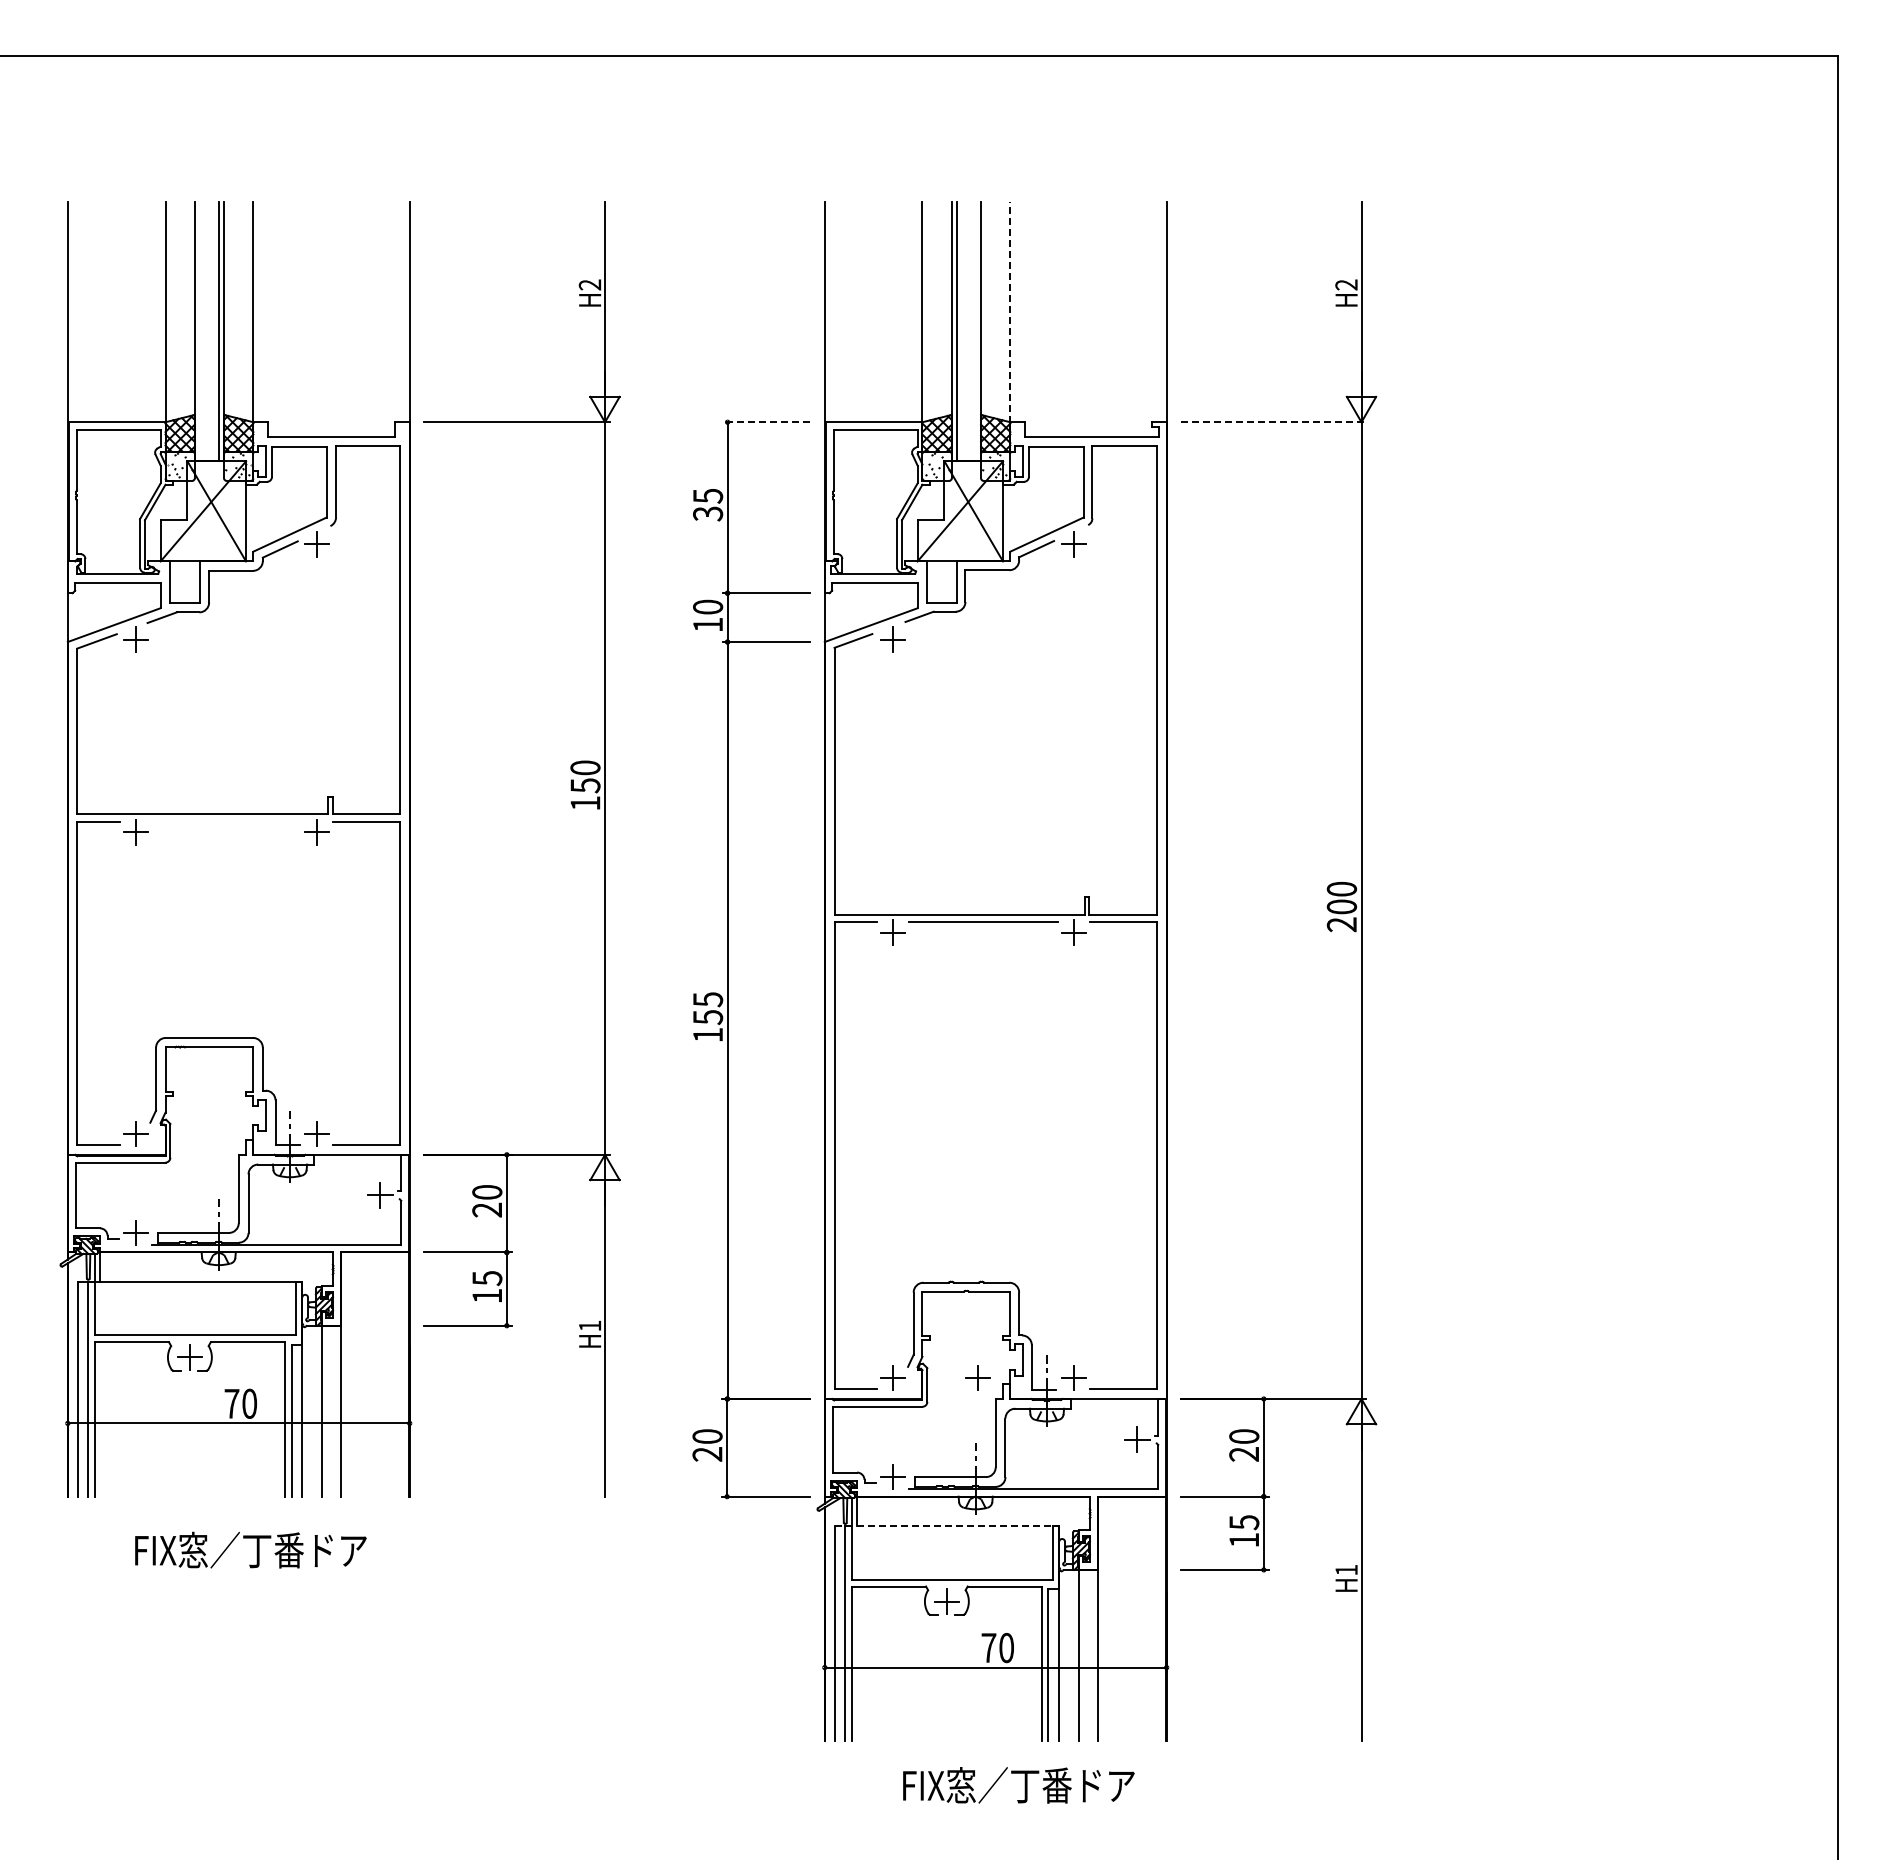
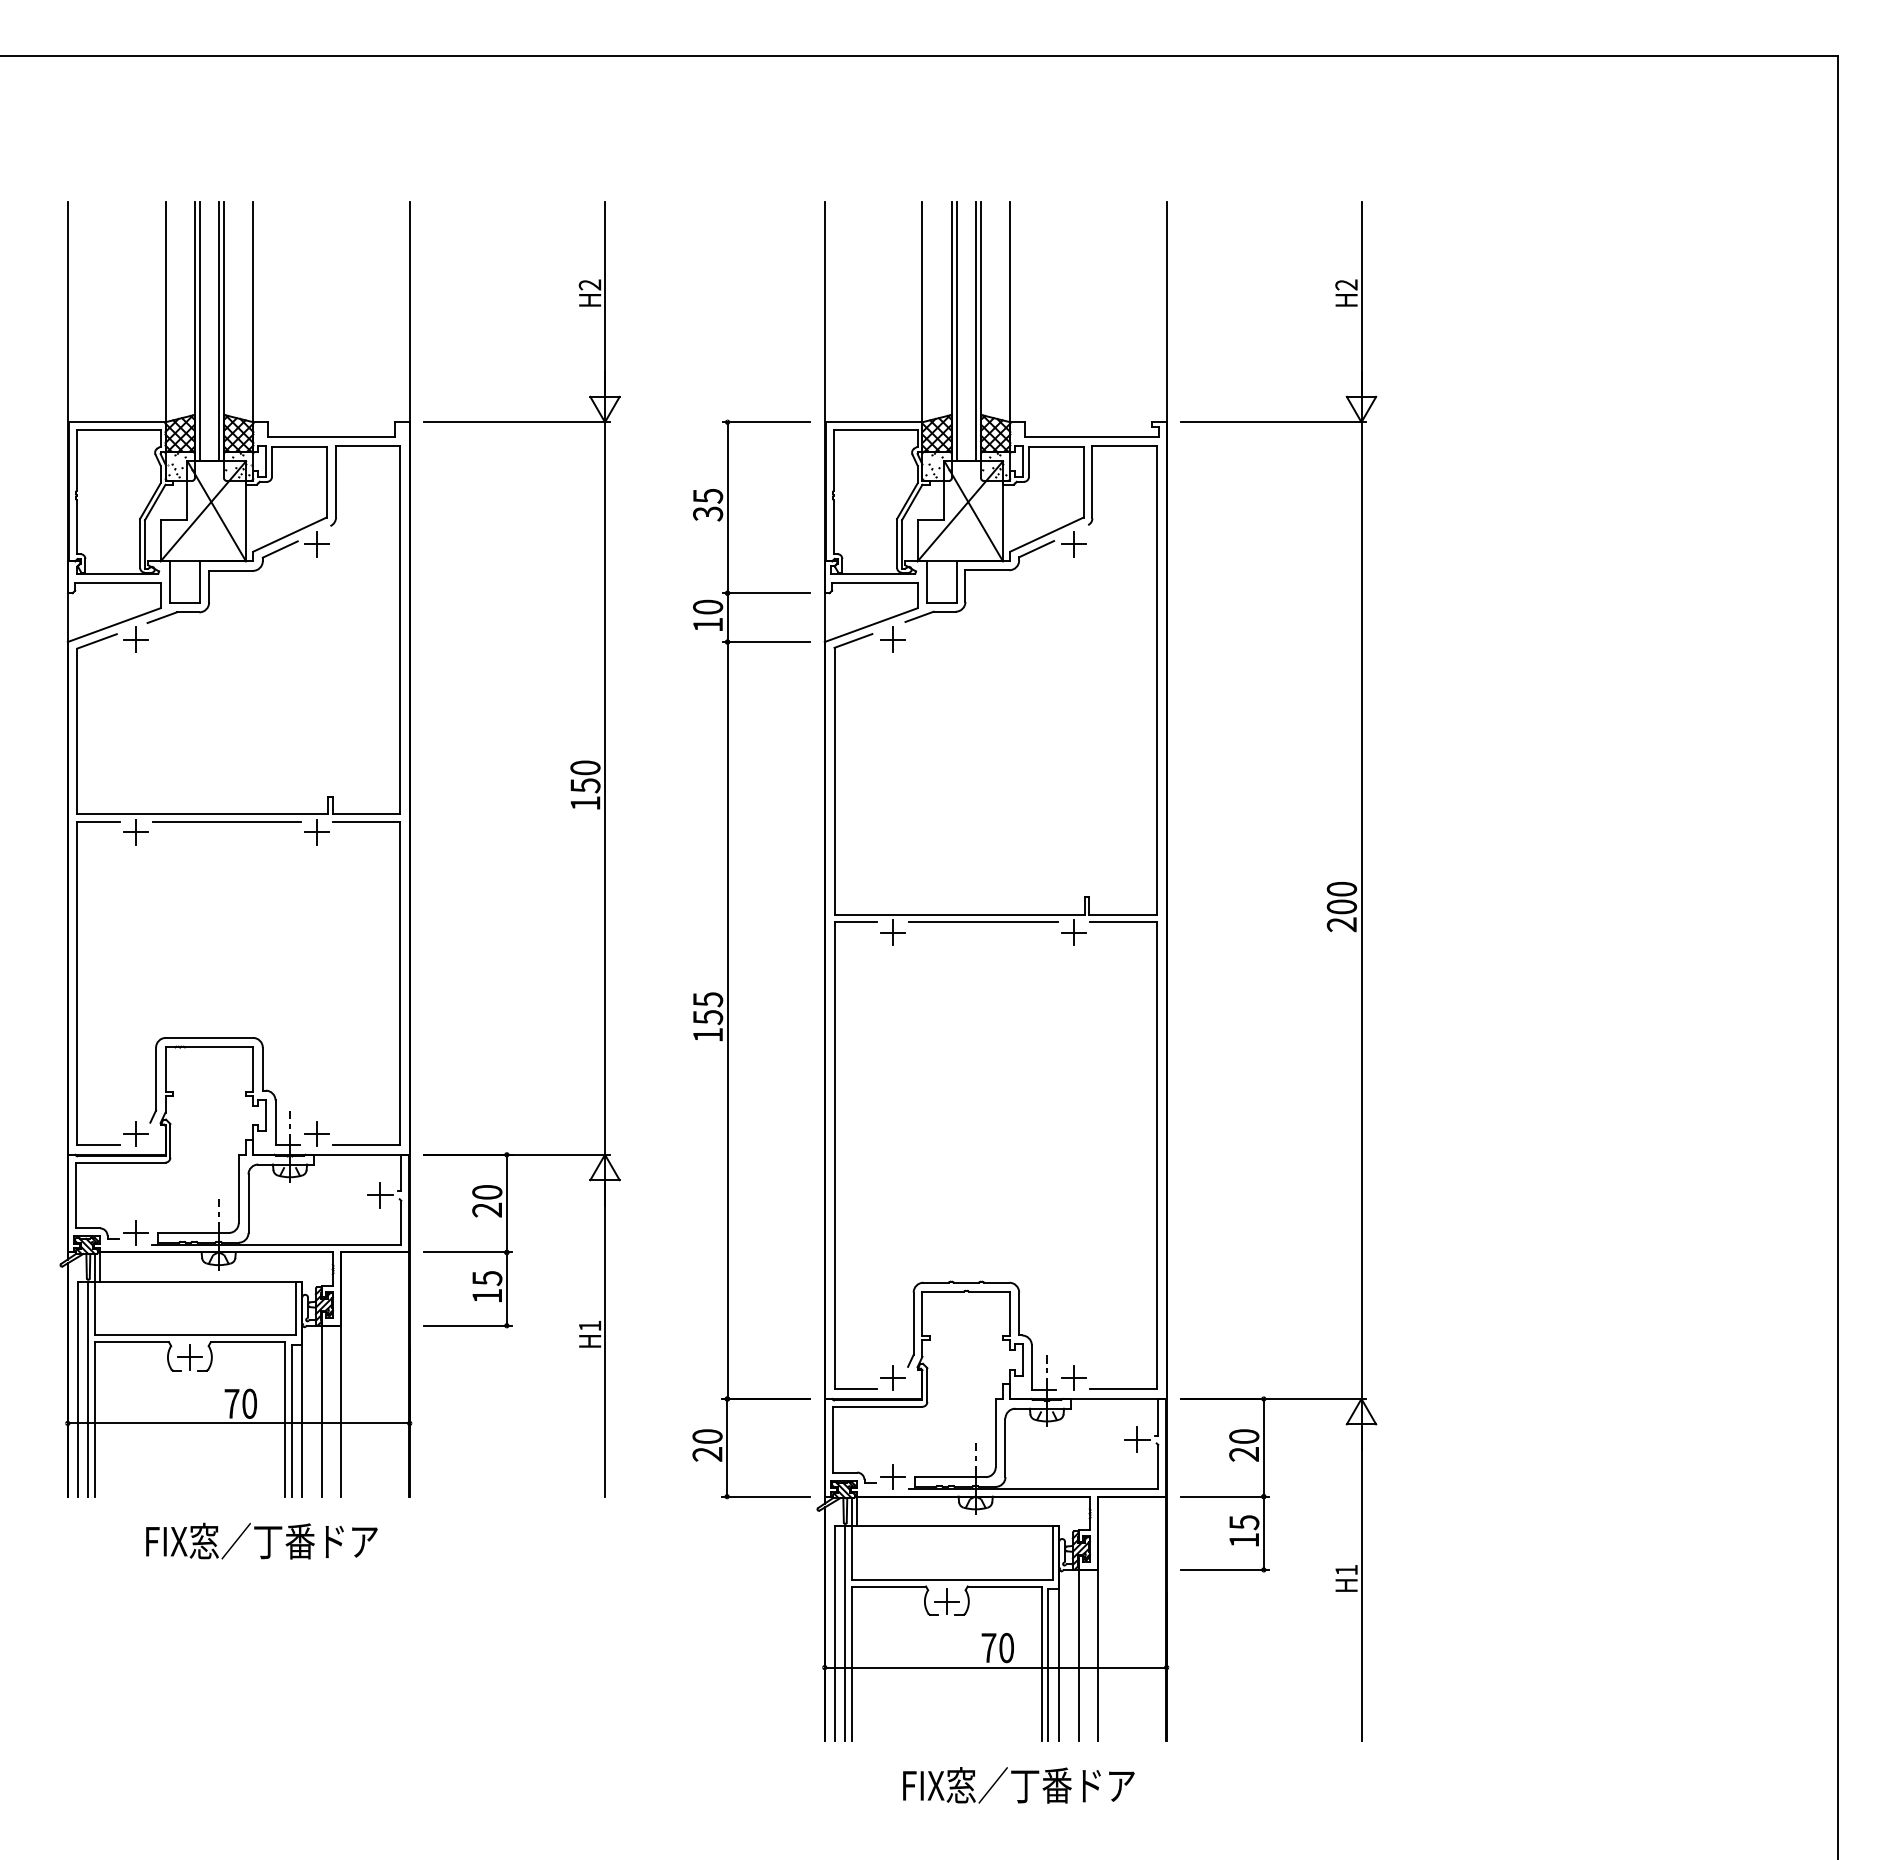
line at (1010, 312): dashed -> solid
line at (199, 331): none -> present
line at (976, 331): none -> present
line at (766, 422): dashed -> solid
line at (1273, 422): dashed -> solid
line at (226, 822): none -> present
part at (977, 1377): present -> none
line at (947, 1525): dashed -> solid
text at (250, 1549) position: (250, 1549) -> (261, 1540)
